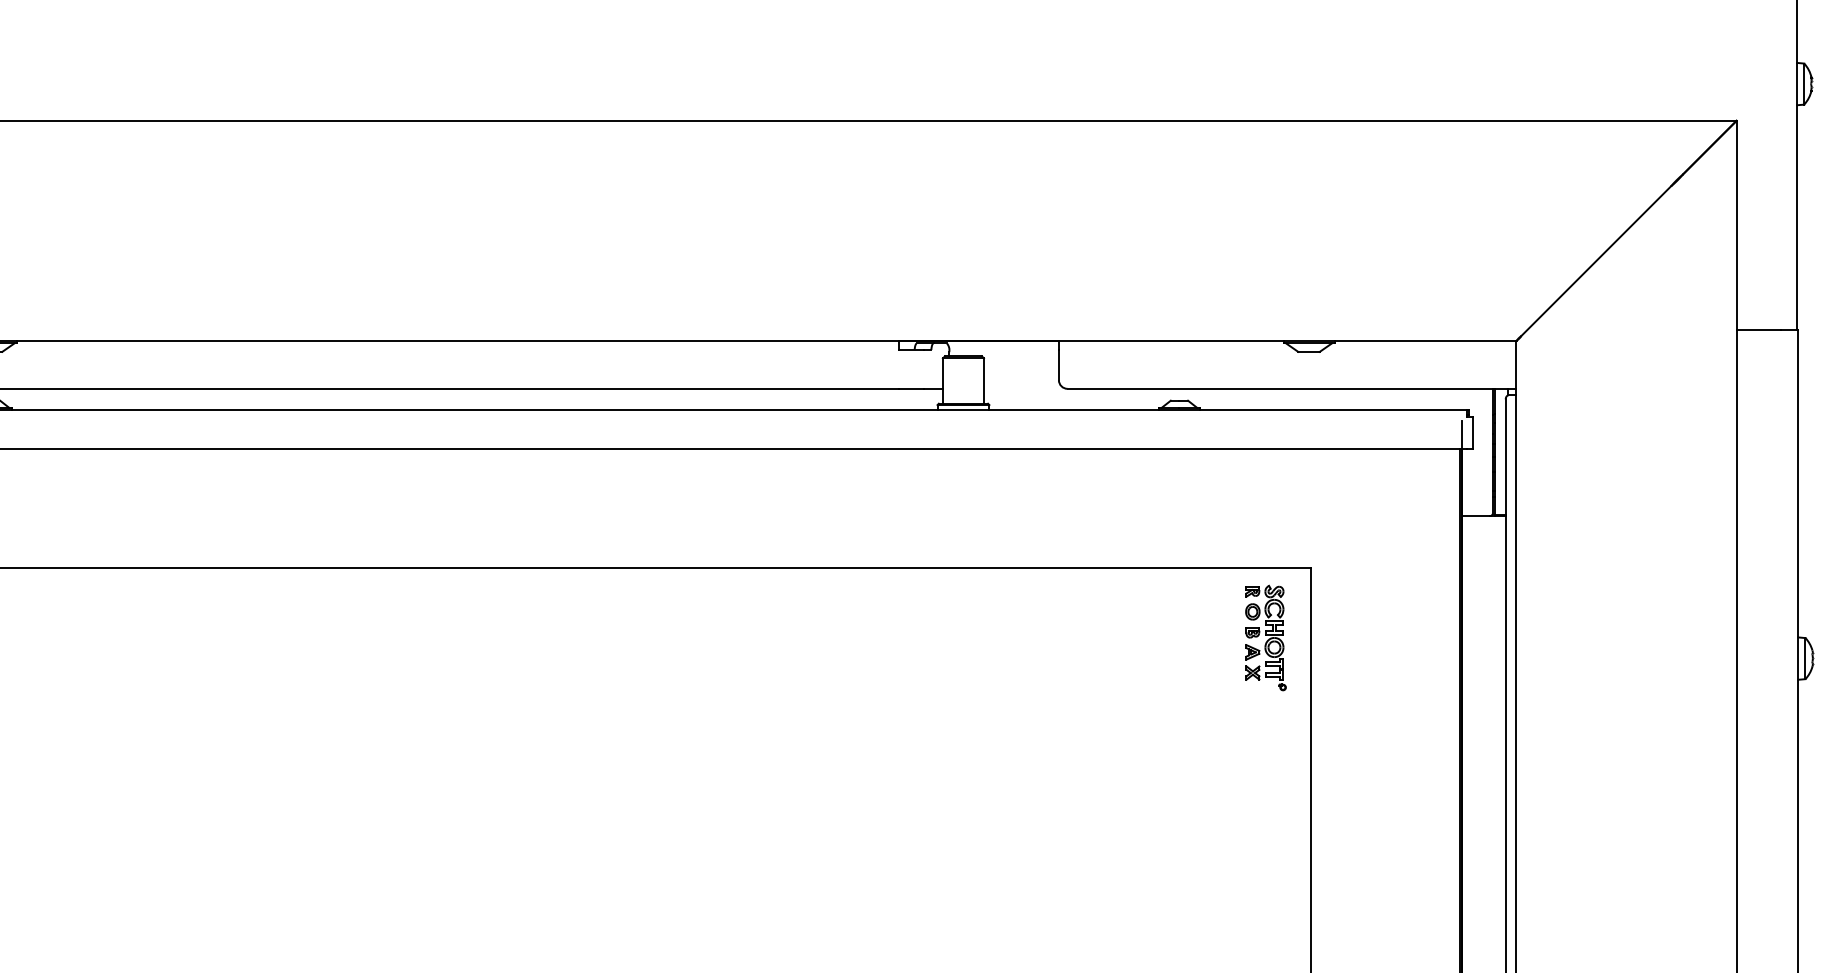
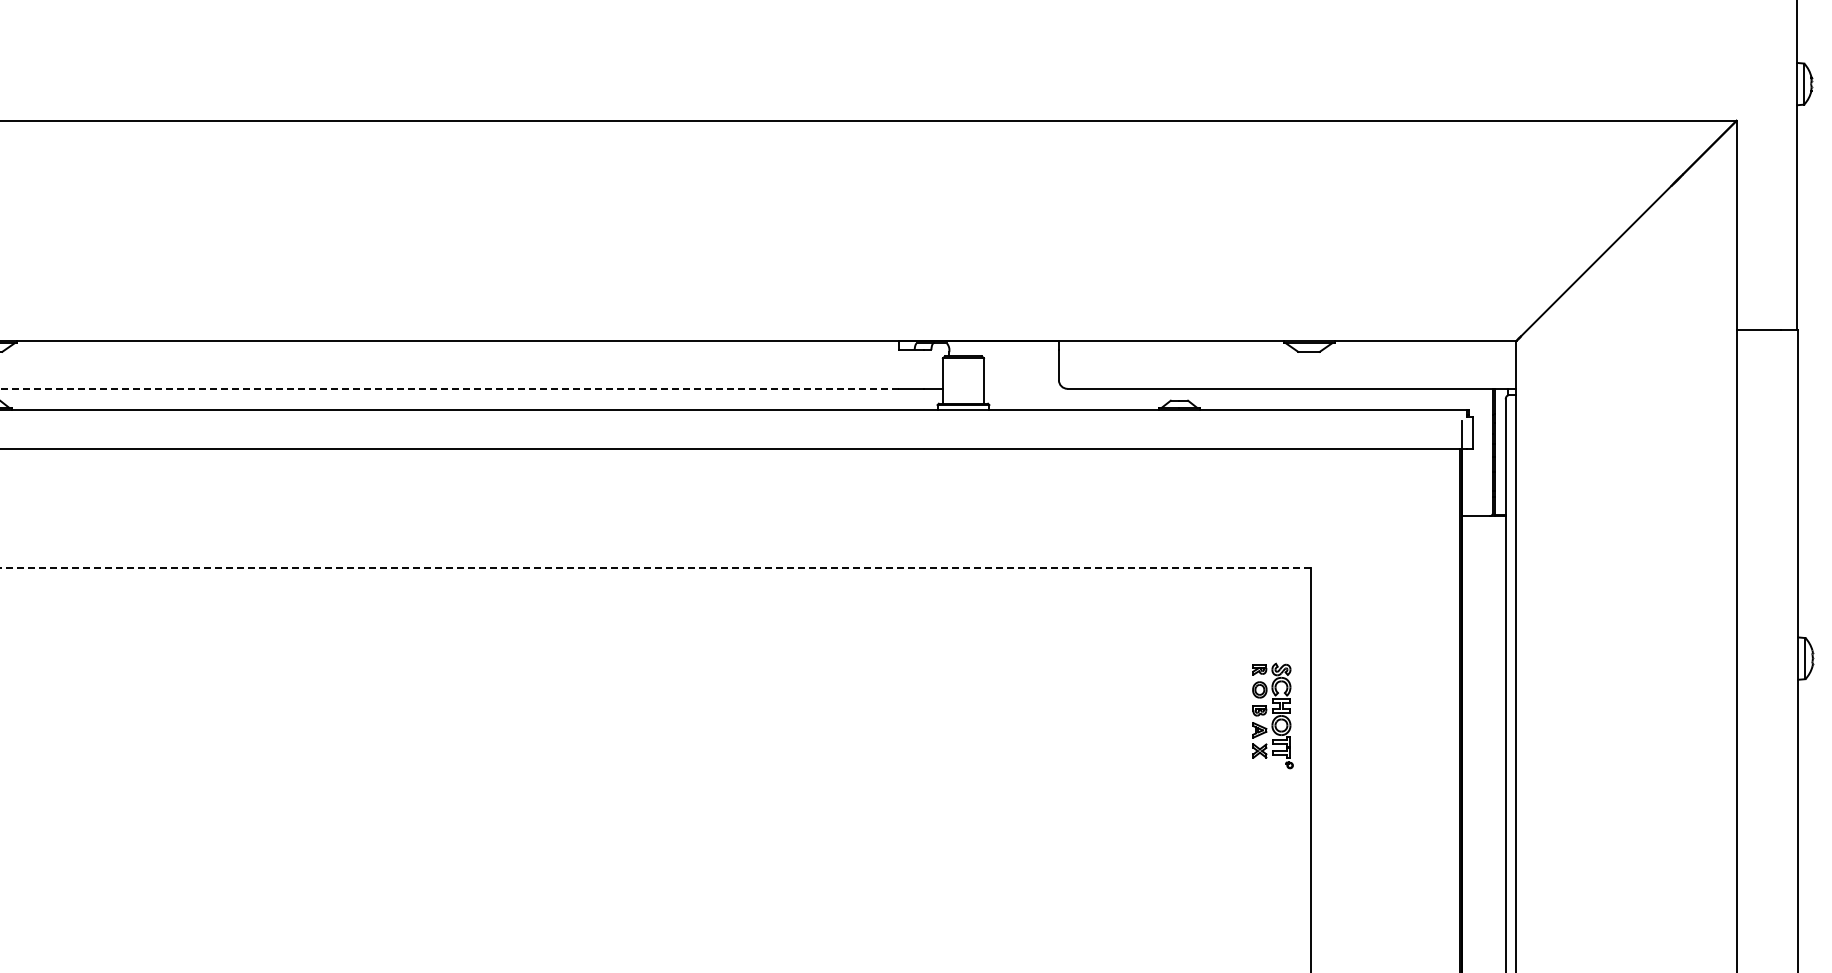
line at (449, 388): solid -> dashed
line at (655, 567): solid -> dashed
part at (1265, 637) position: (1265, 637) -> (1272, 715)
